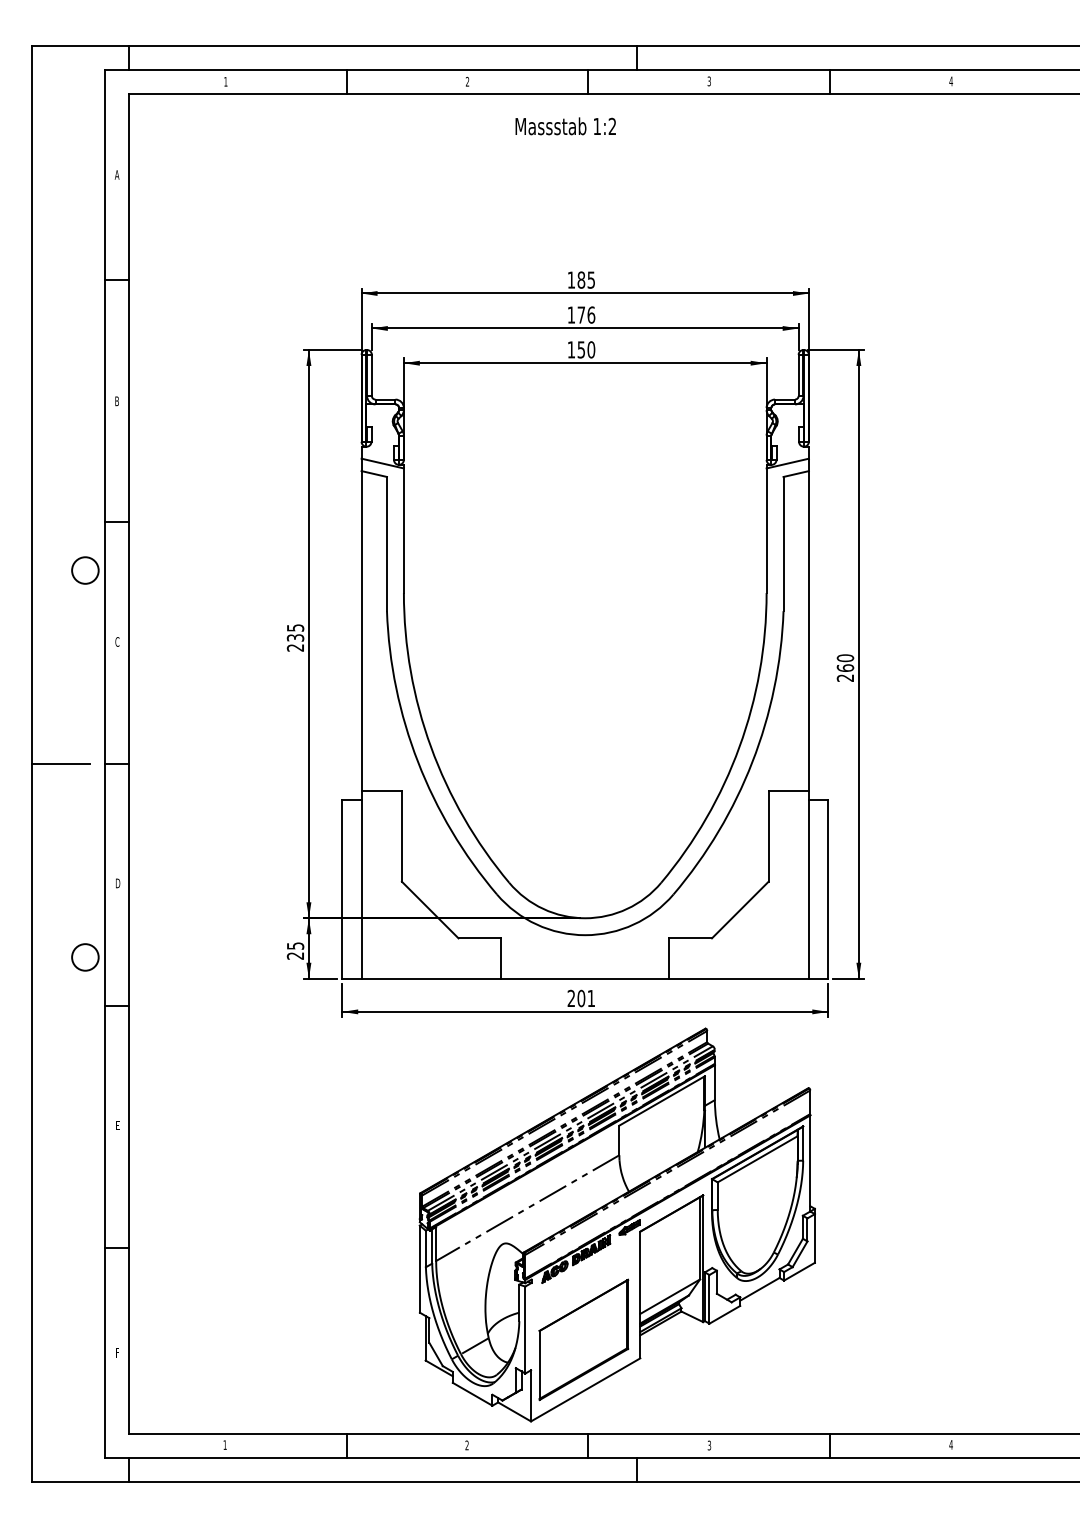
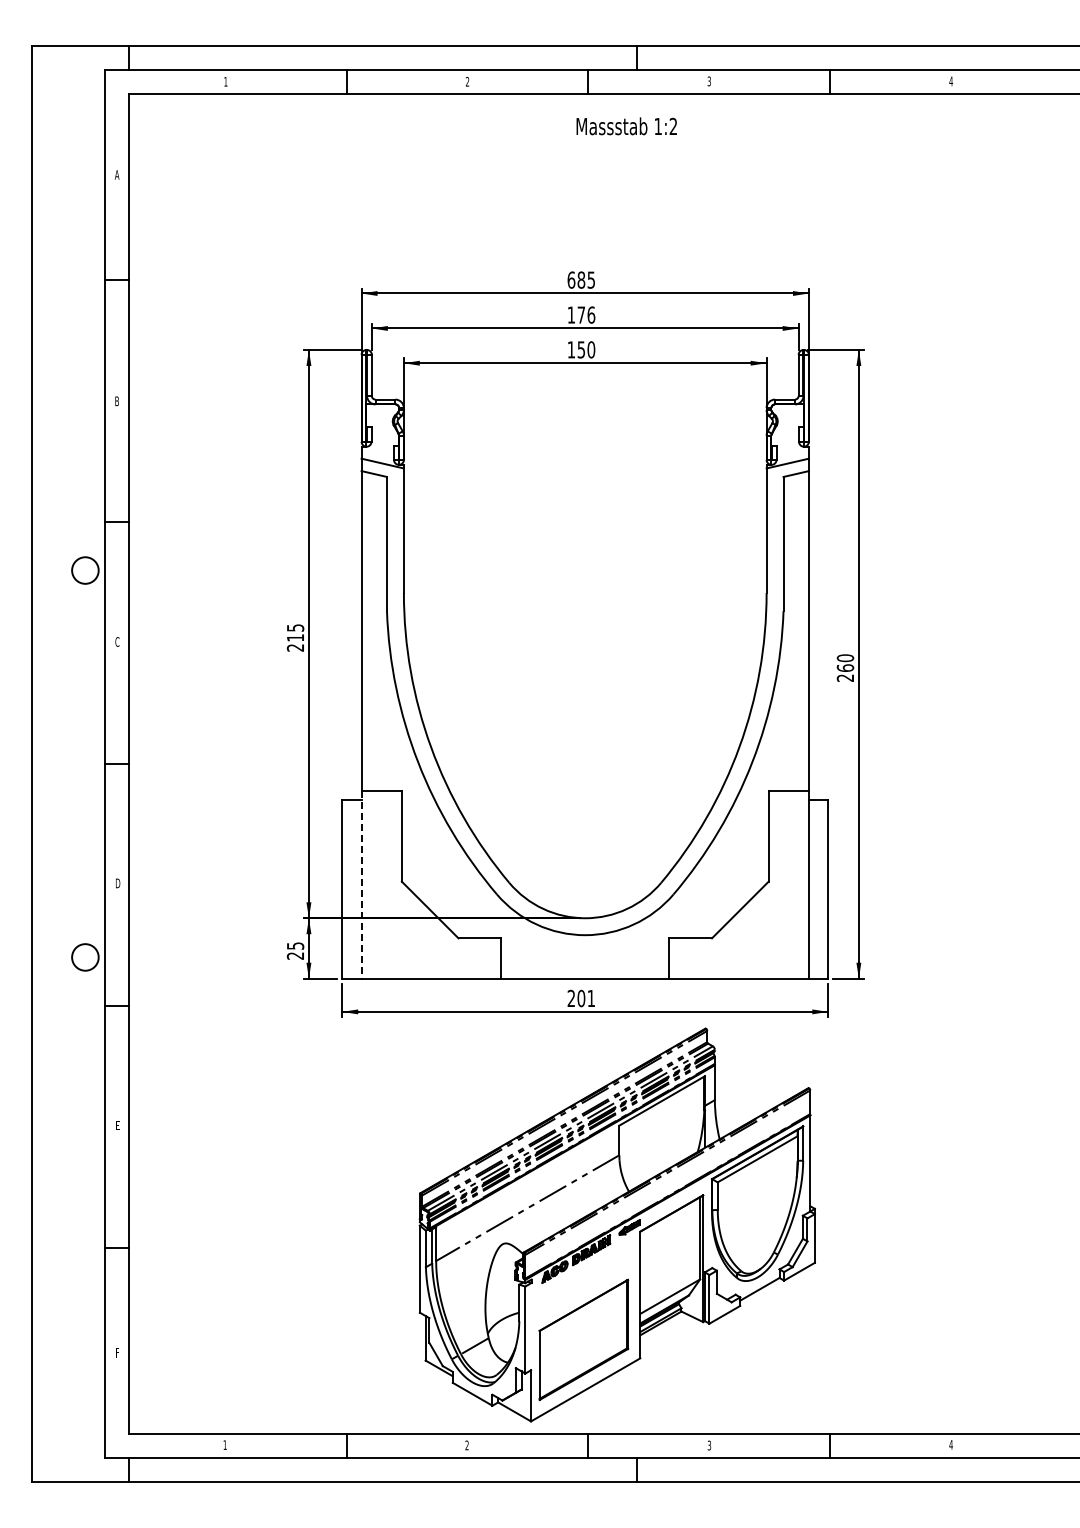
text at (565, 126) position: (565, 126) -> (626, 126)
text at (571, 279): 185 -> 685
text at (295, 637): 235 -> 215
line at (61, 764): present -> none
line at (361, 884): solid -> dashed
